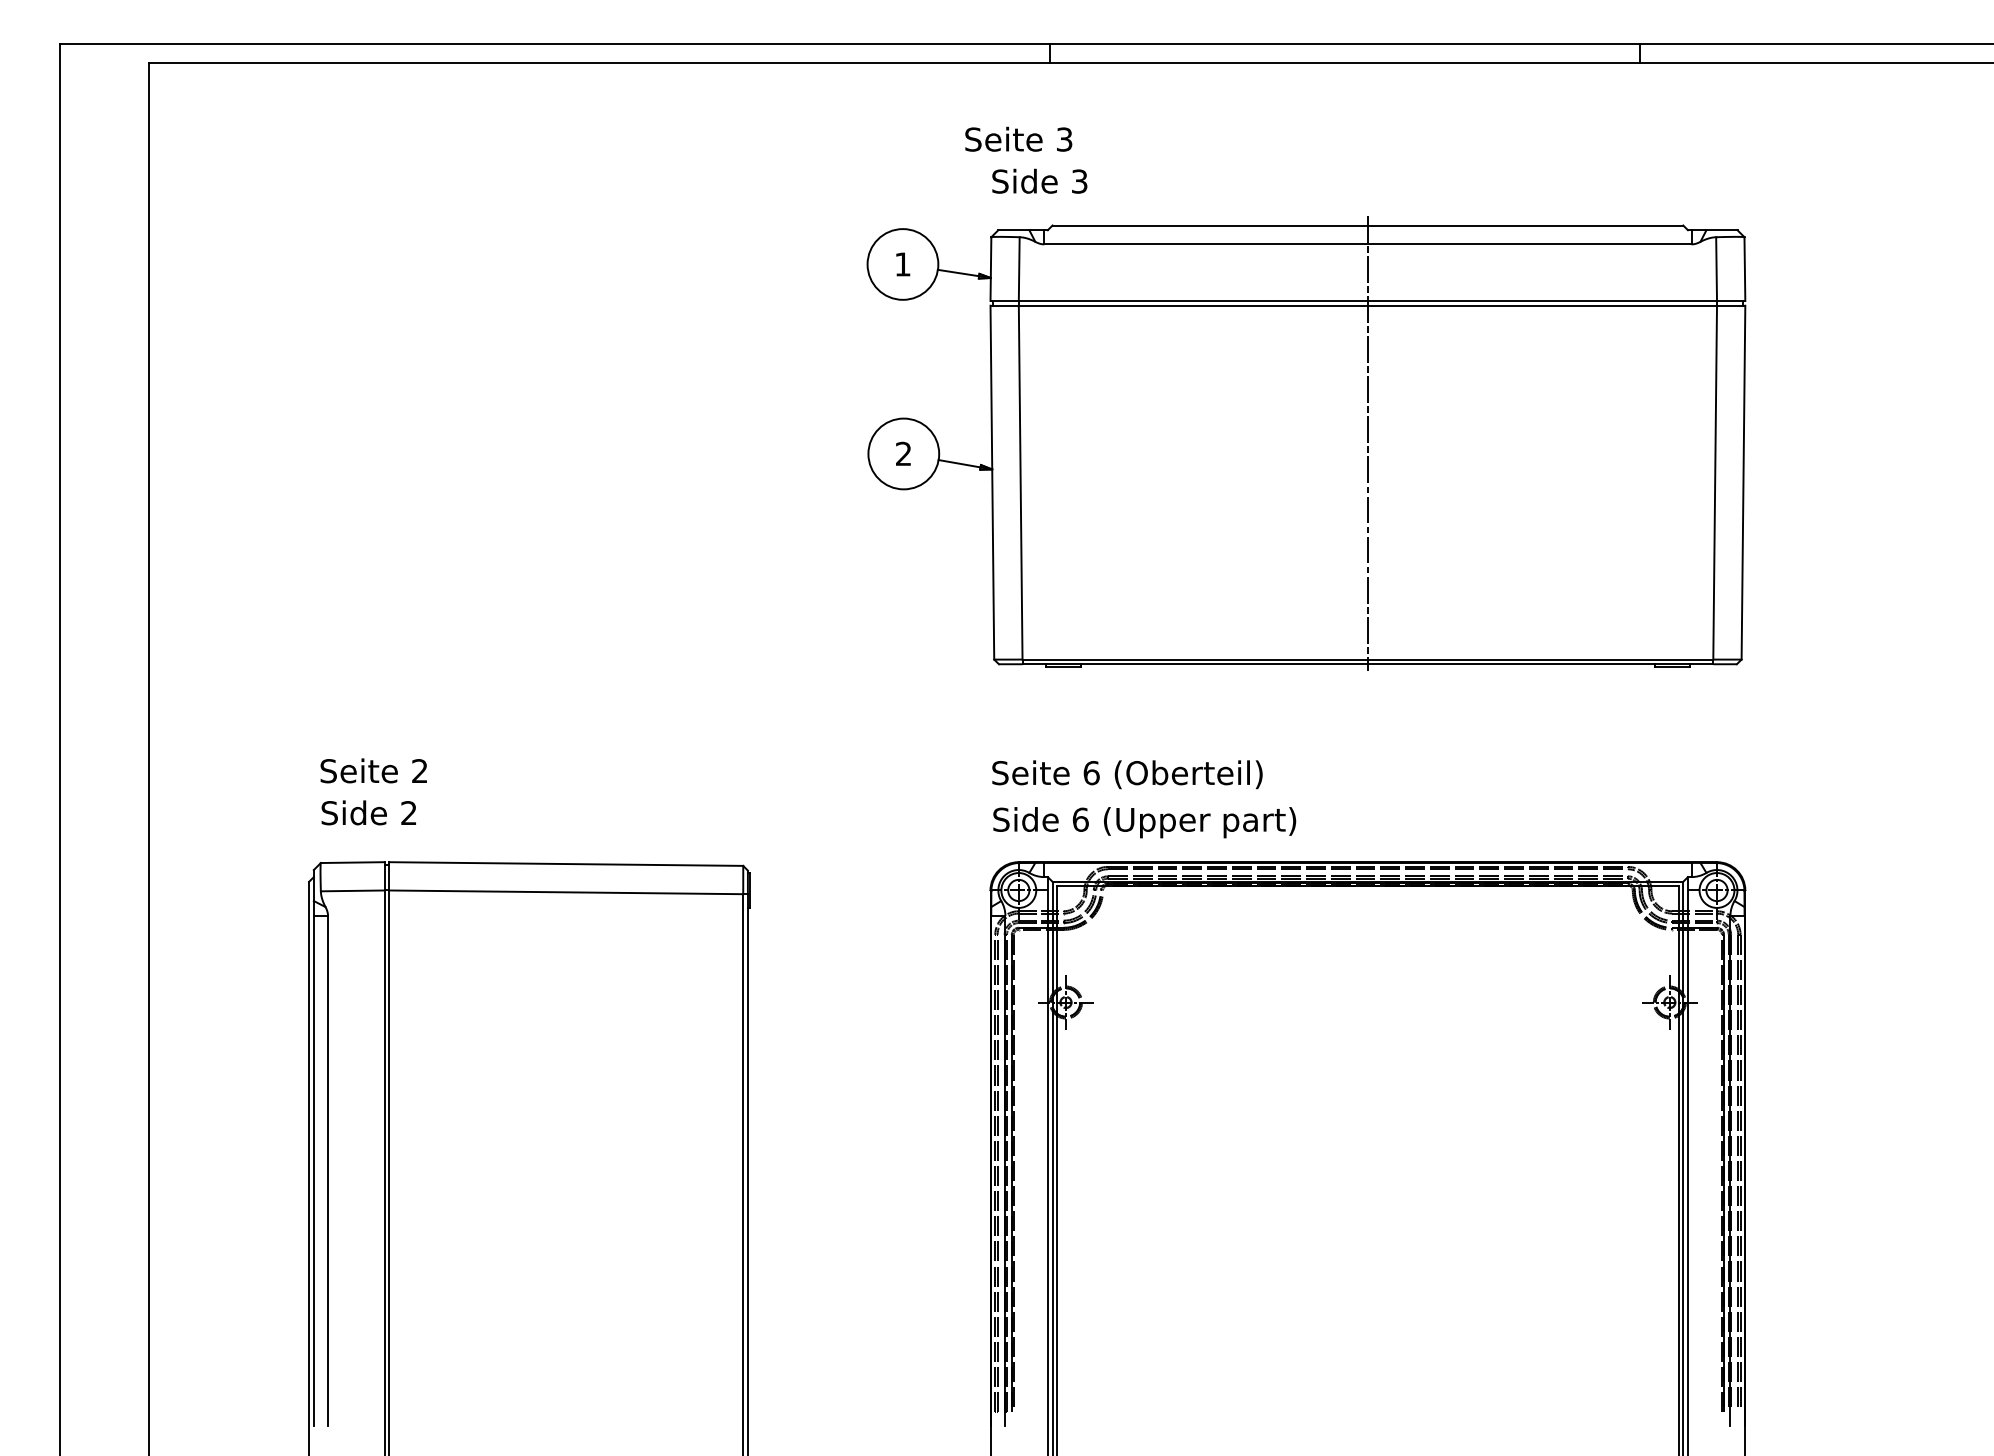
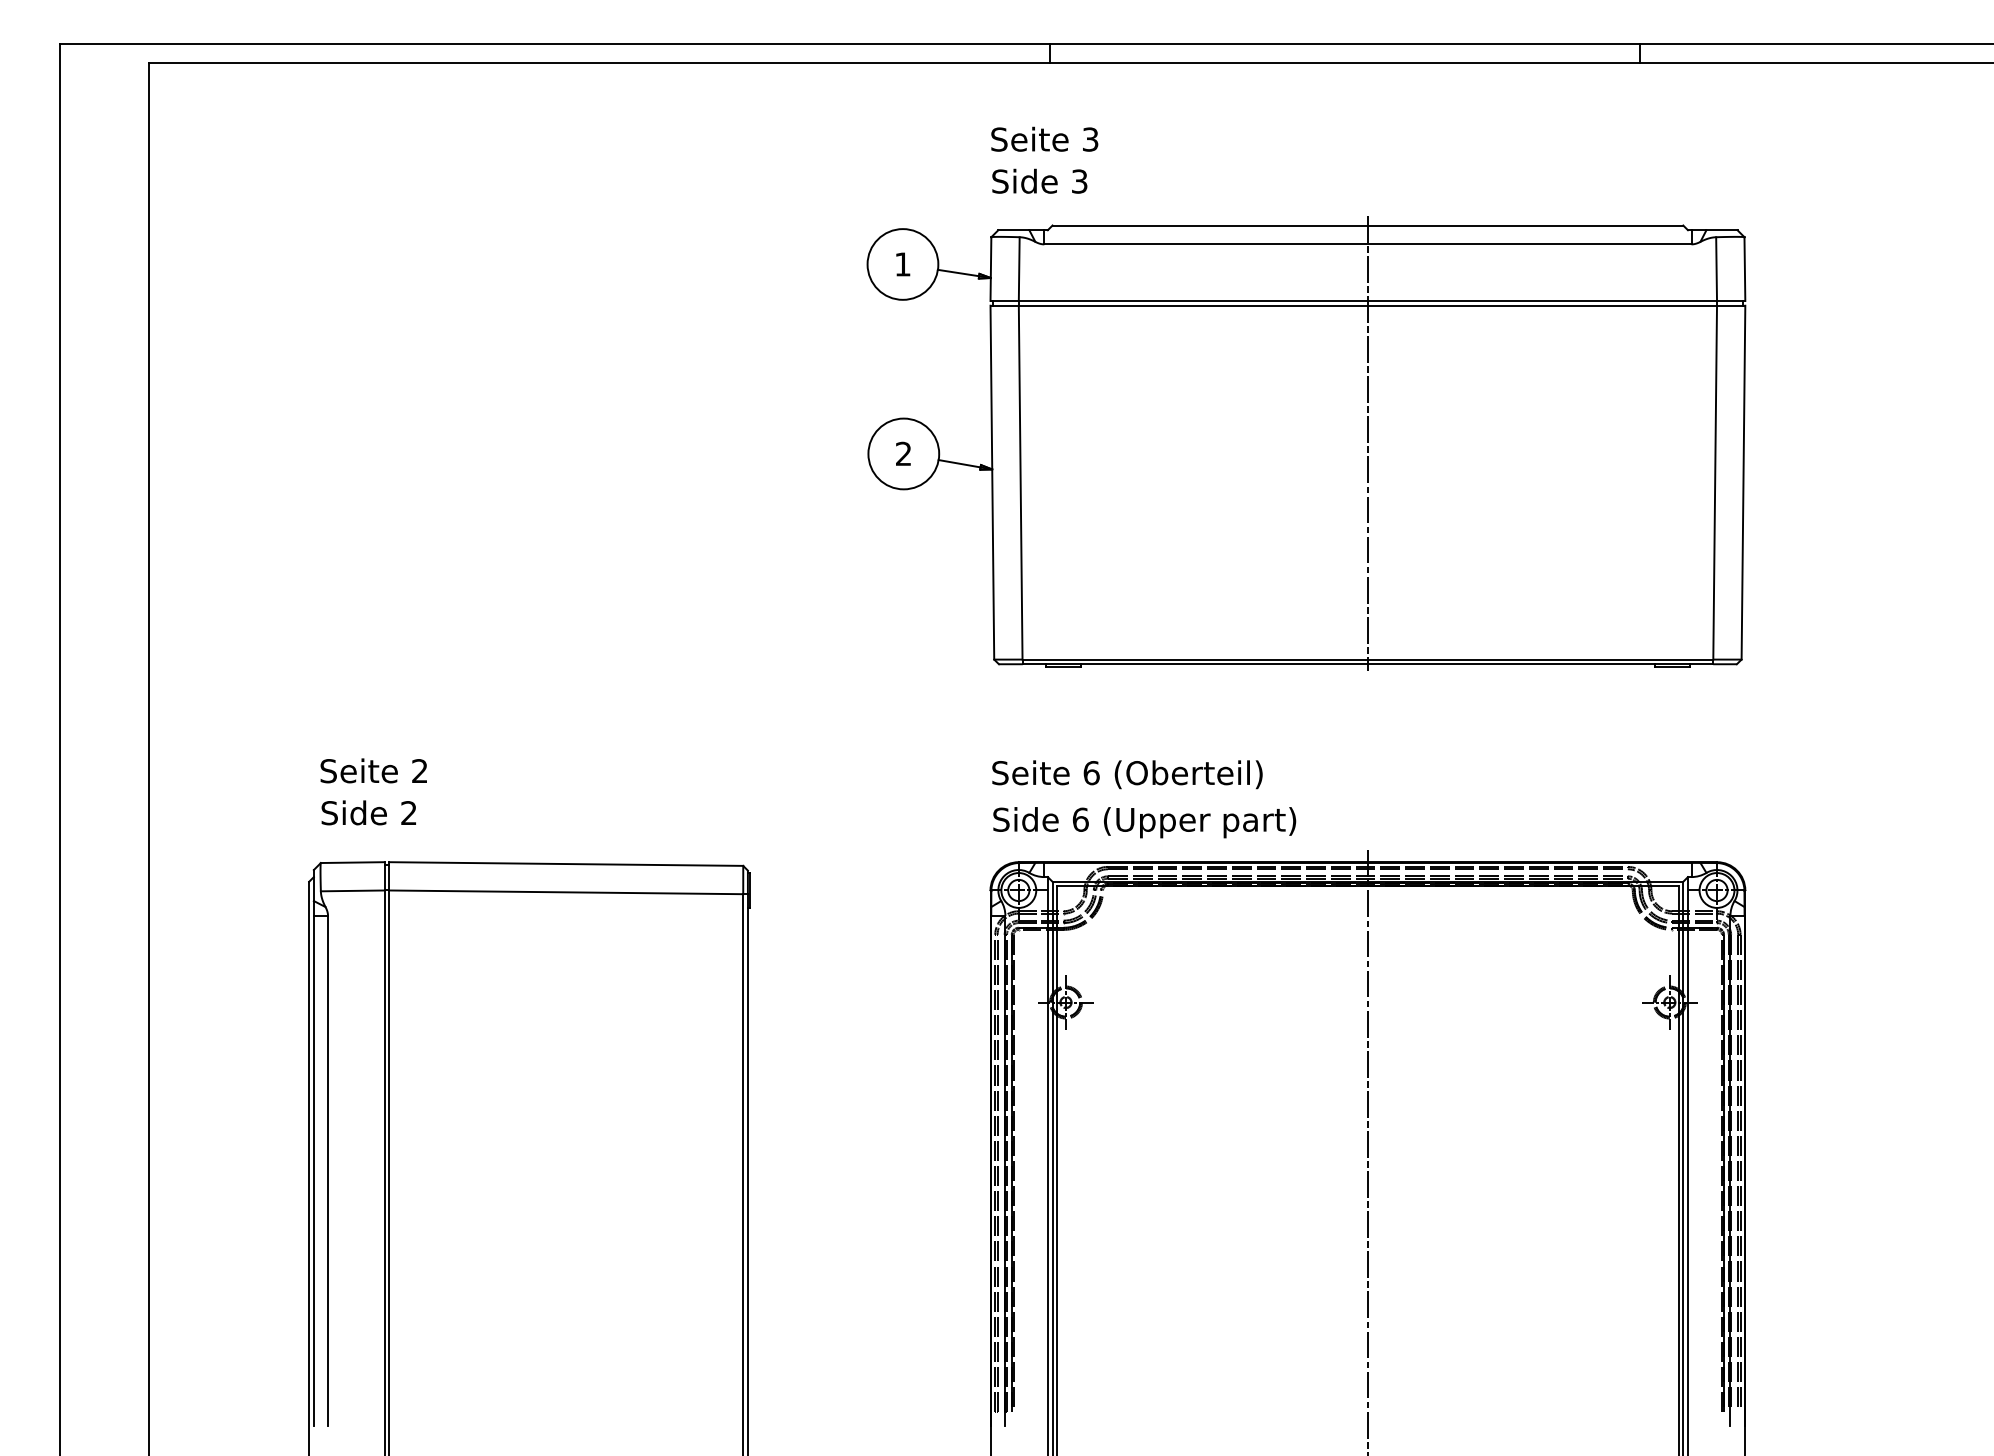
text at (1018, 138) position: (1018, 138) -> (1044, 138)
line at (1367, 1151): none -> present
